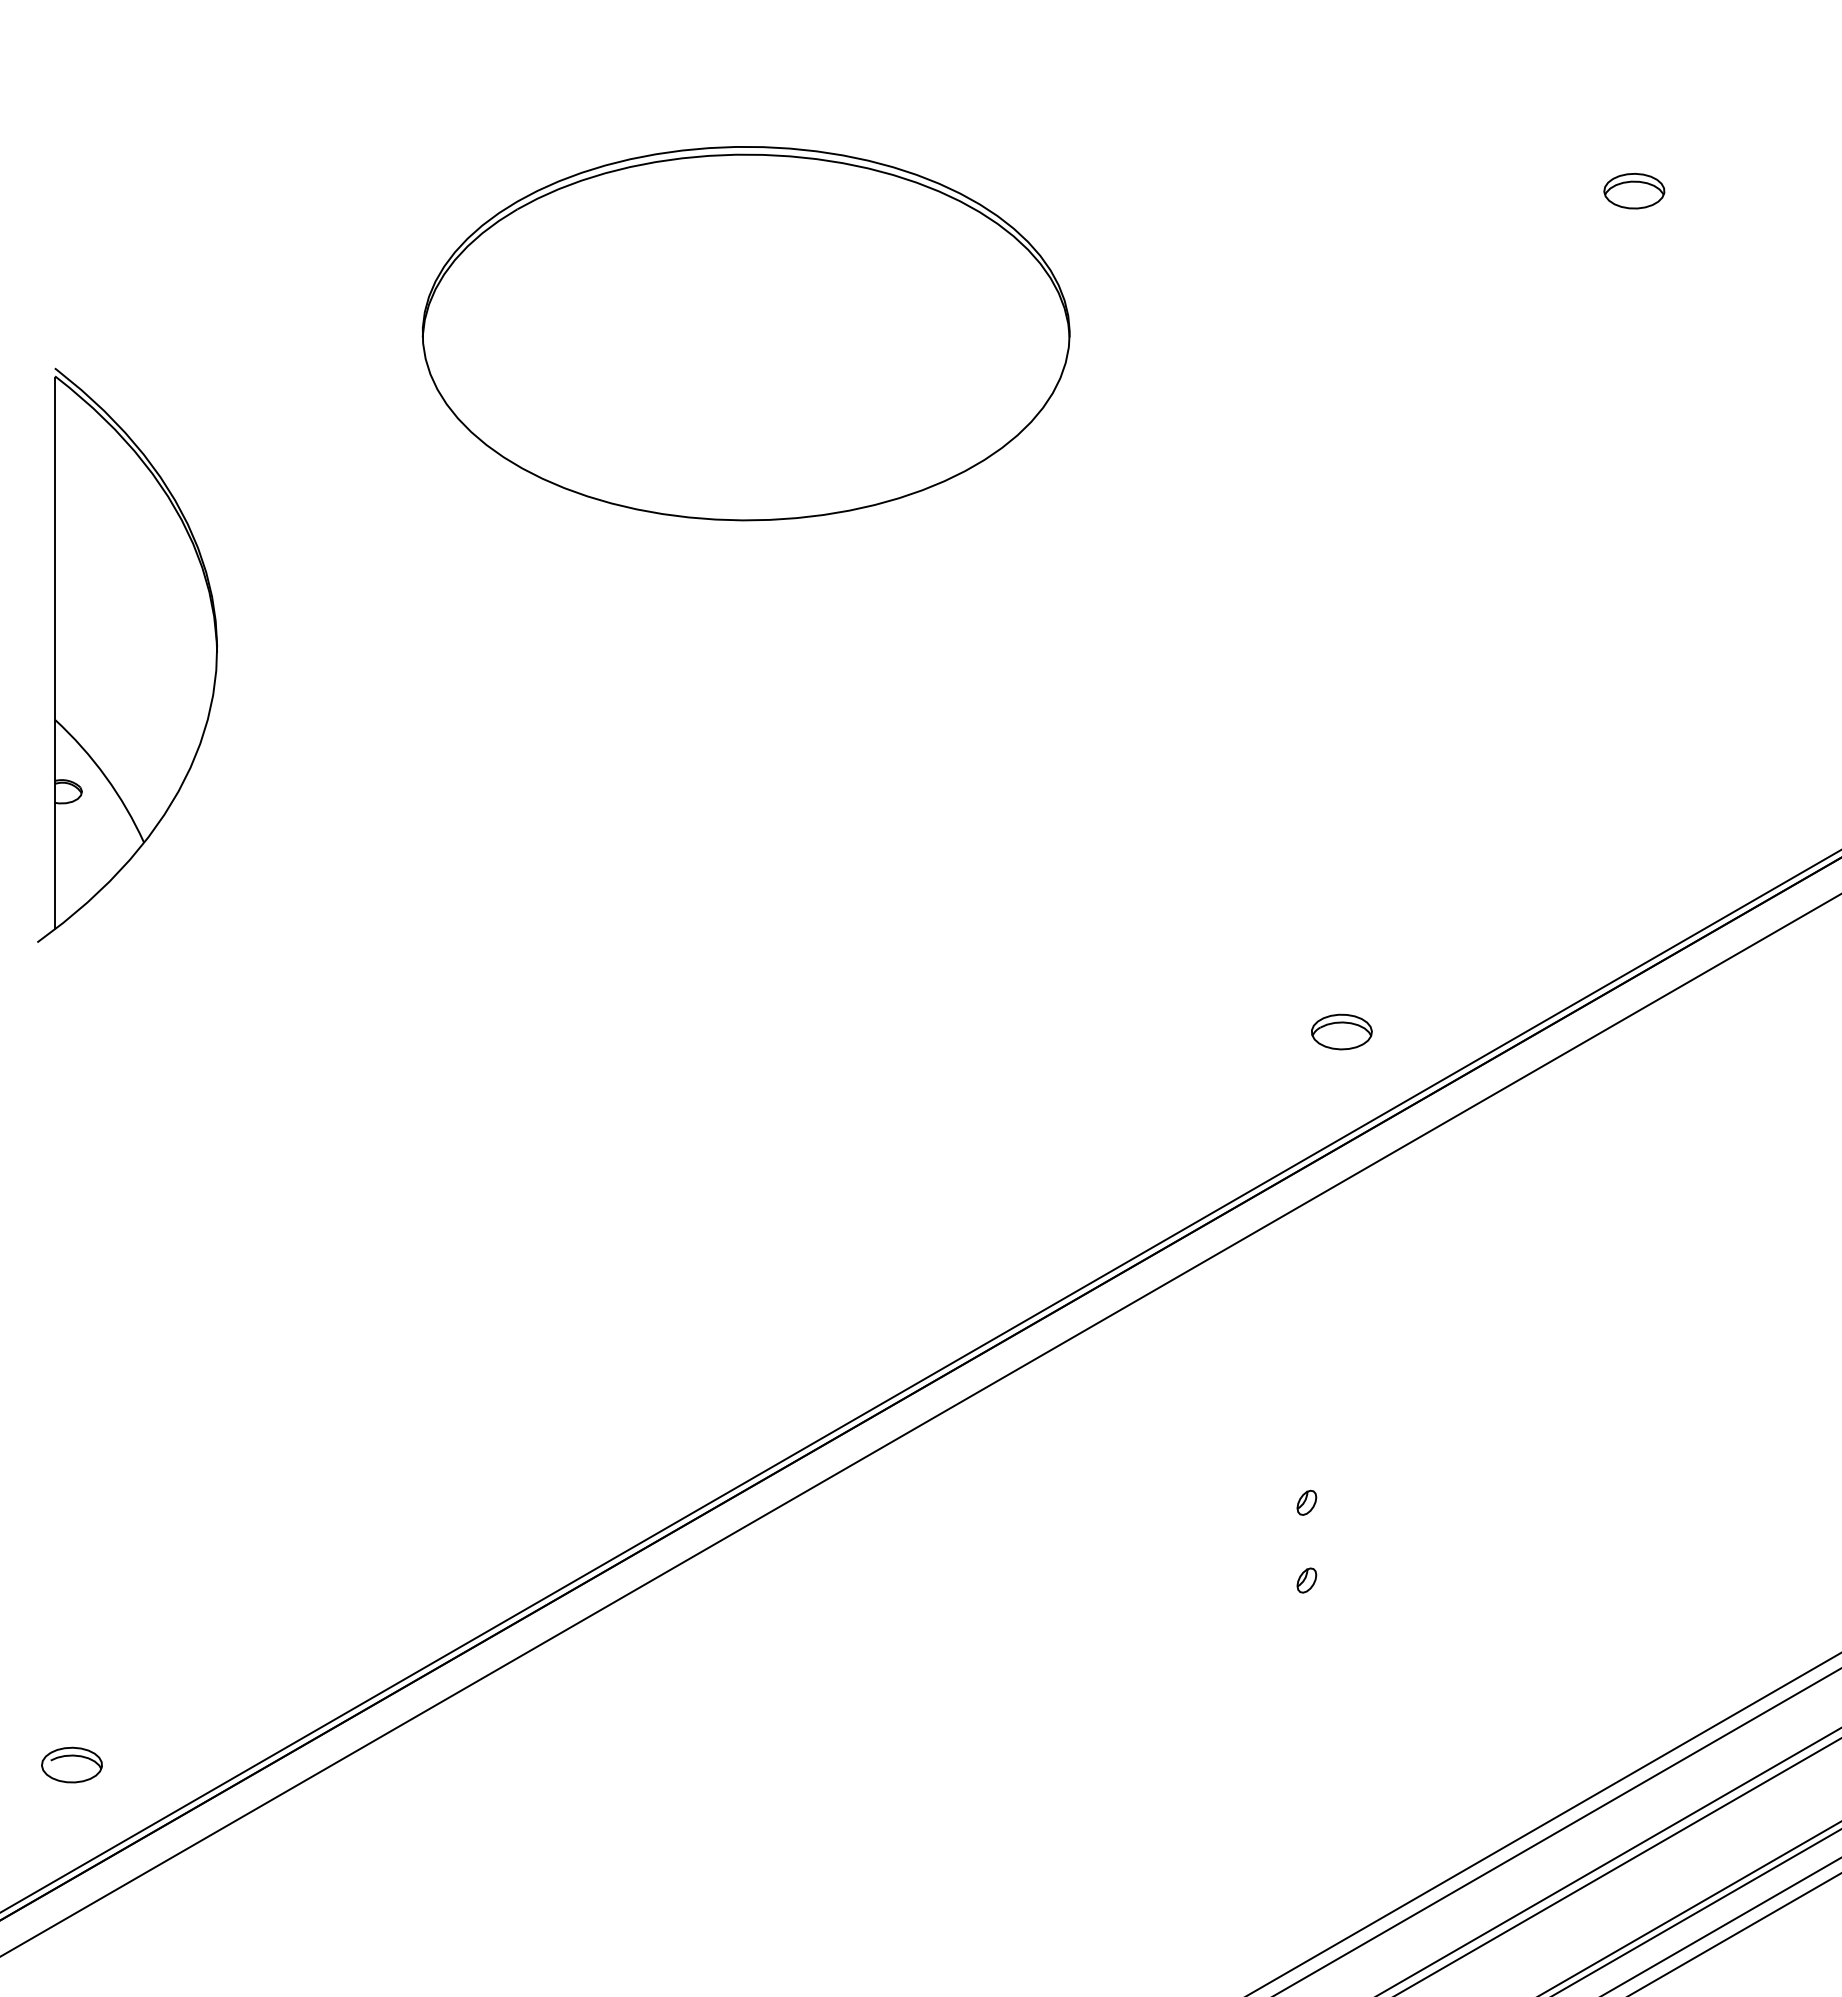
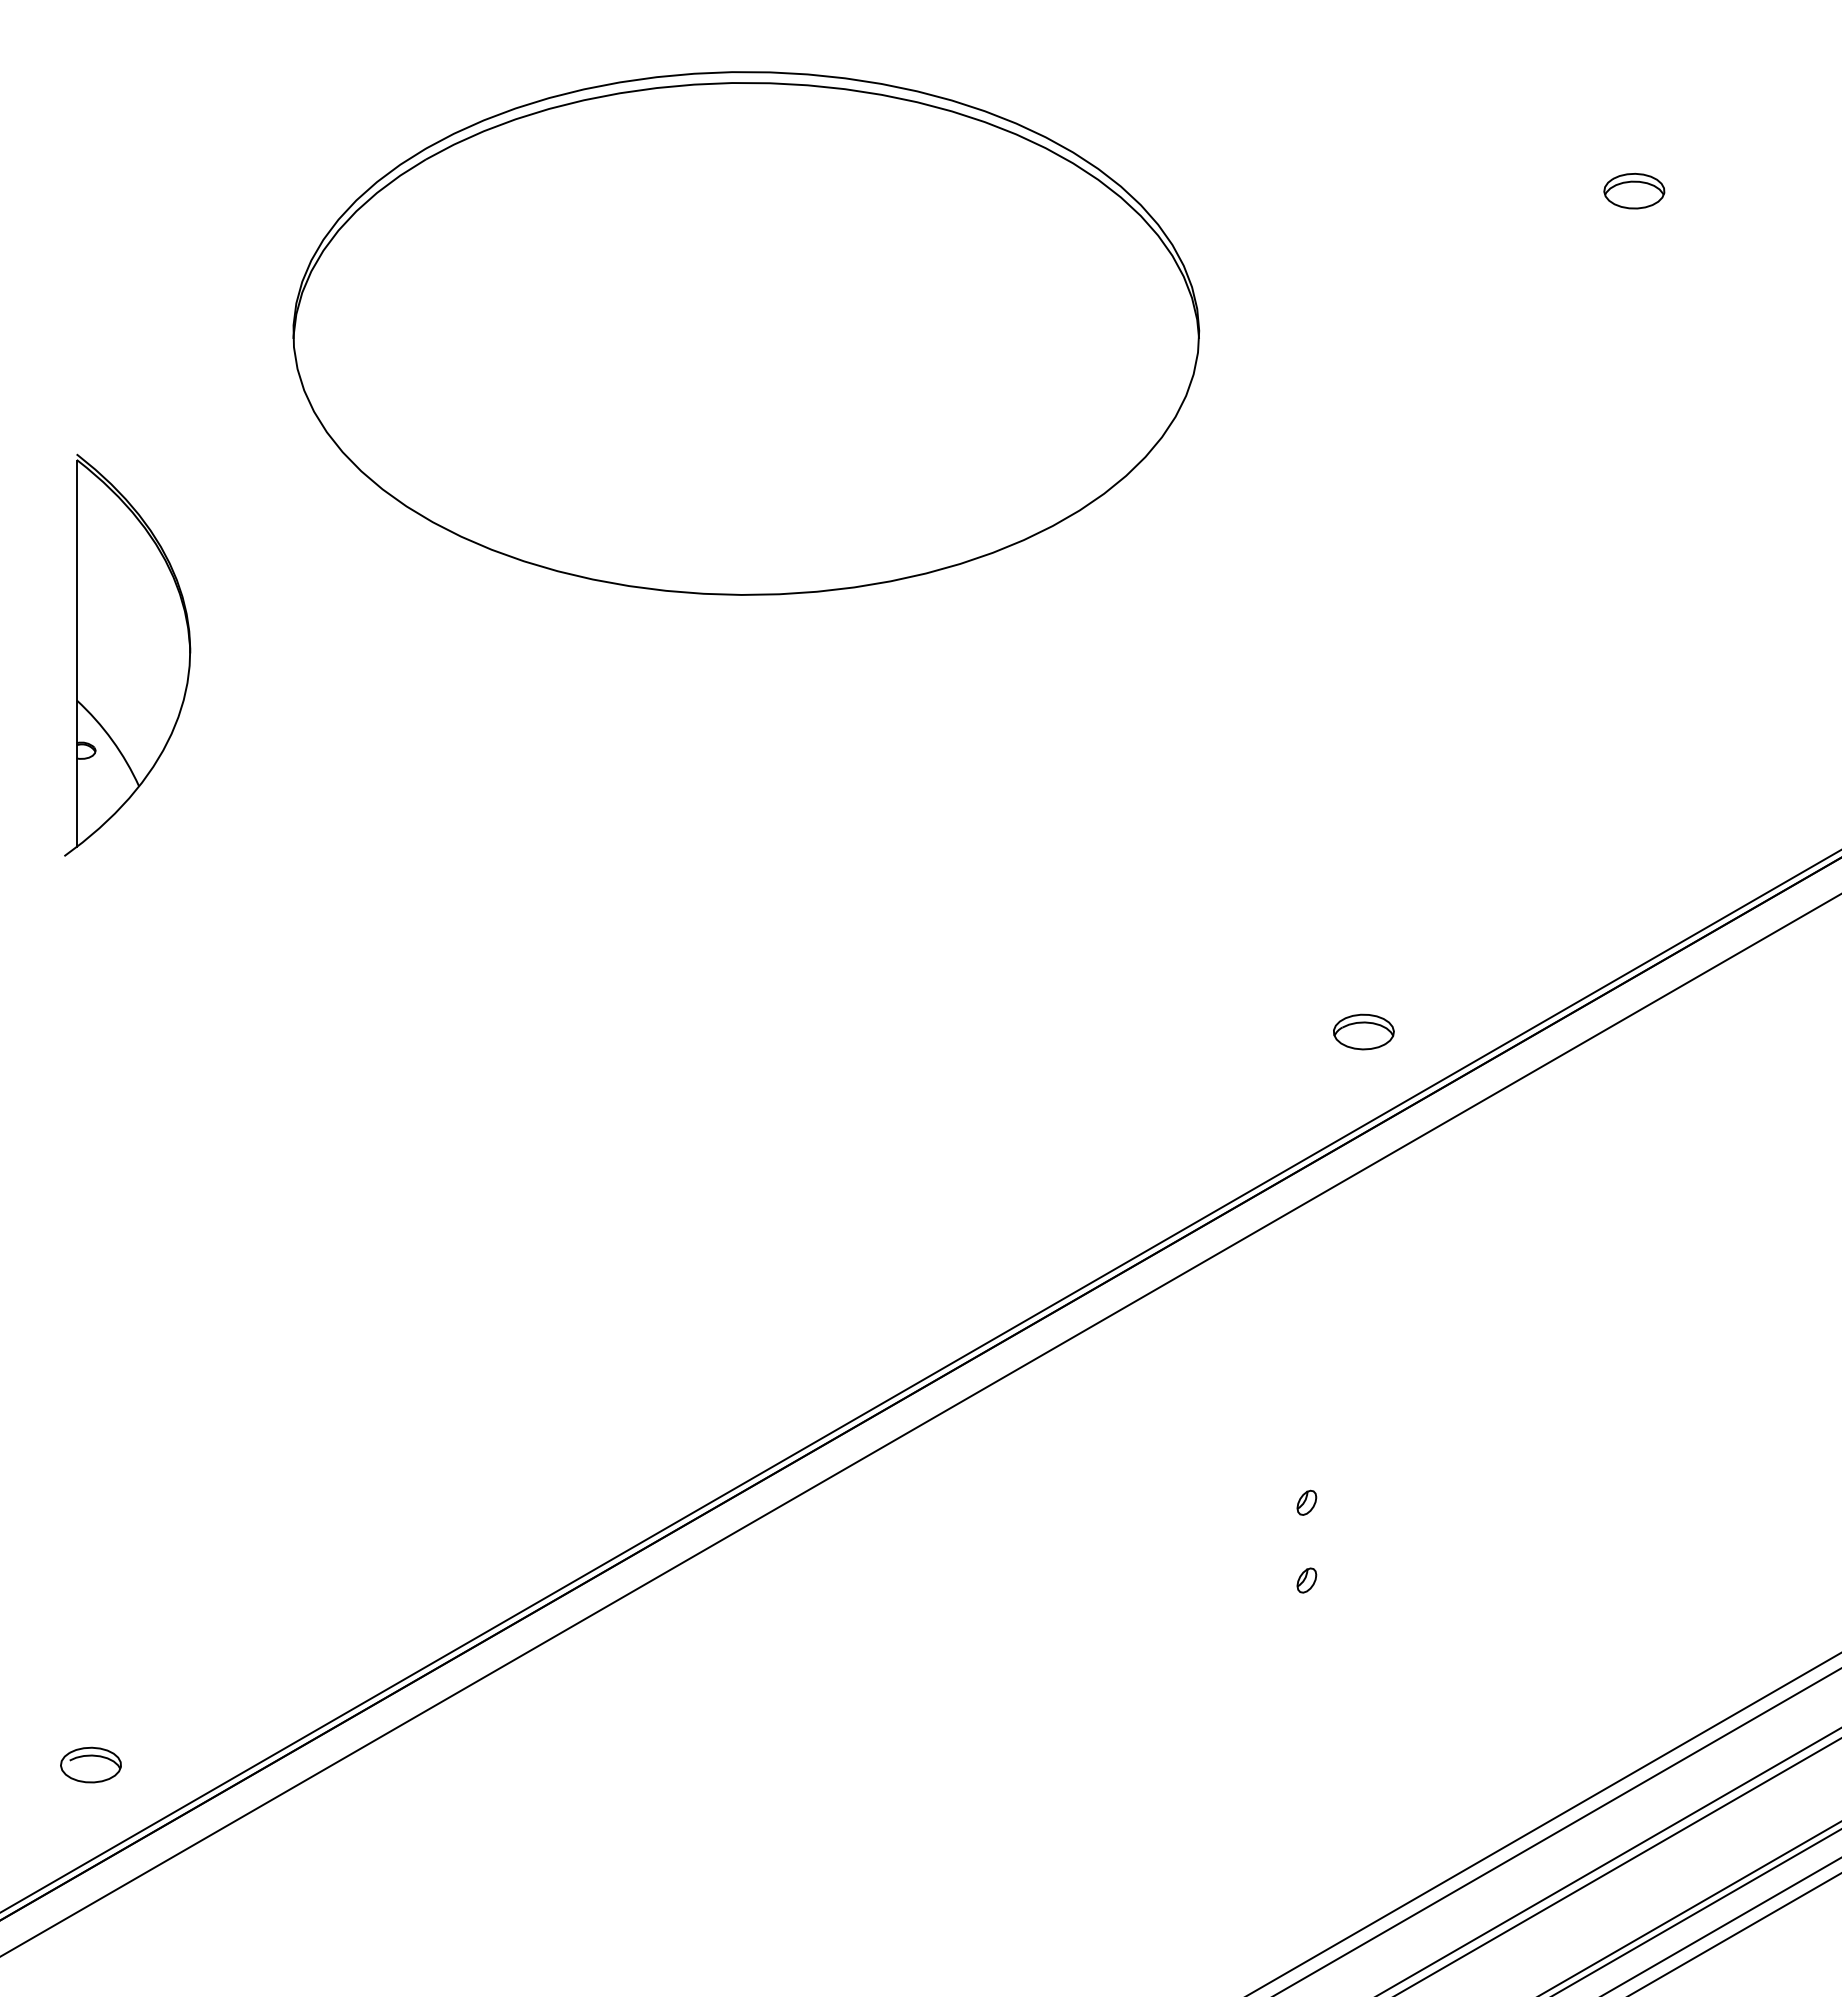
part at (745, 333) size: 650x376 px -> 909x525 px
part at (127, 654) size: 181x576 px -> 128x404 px
part at (1341, 1031) position: (1341, 1031) -> (1363, 1031)
part at (71, 1764) position: (71, 1764) -> (90, 1764)
